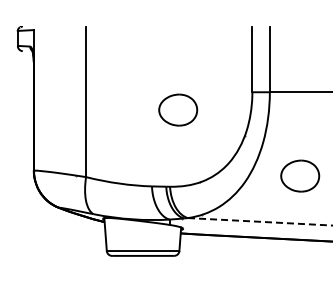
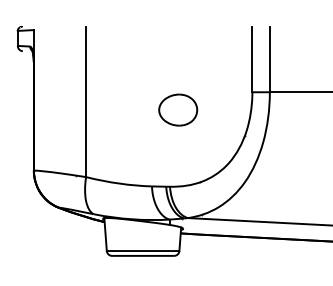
part at (300, 175): present -> none
line at (259, 221): dashed -> solid
